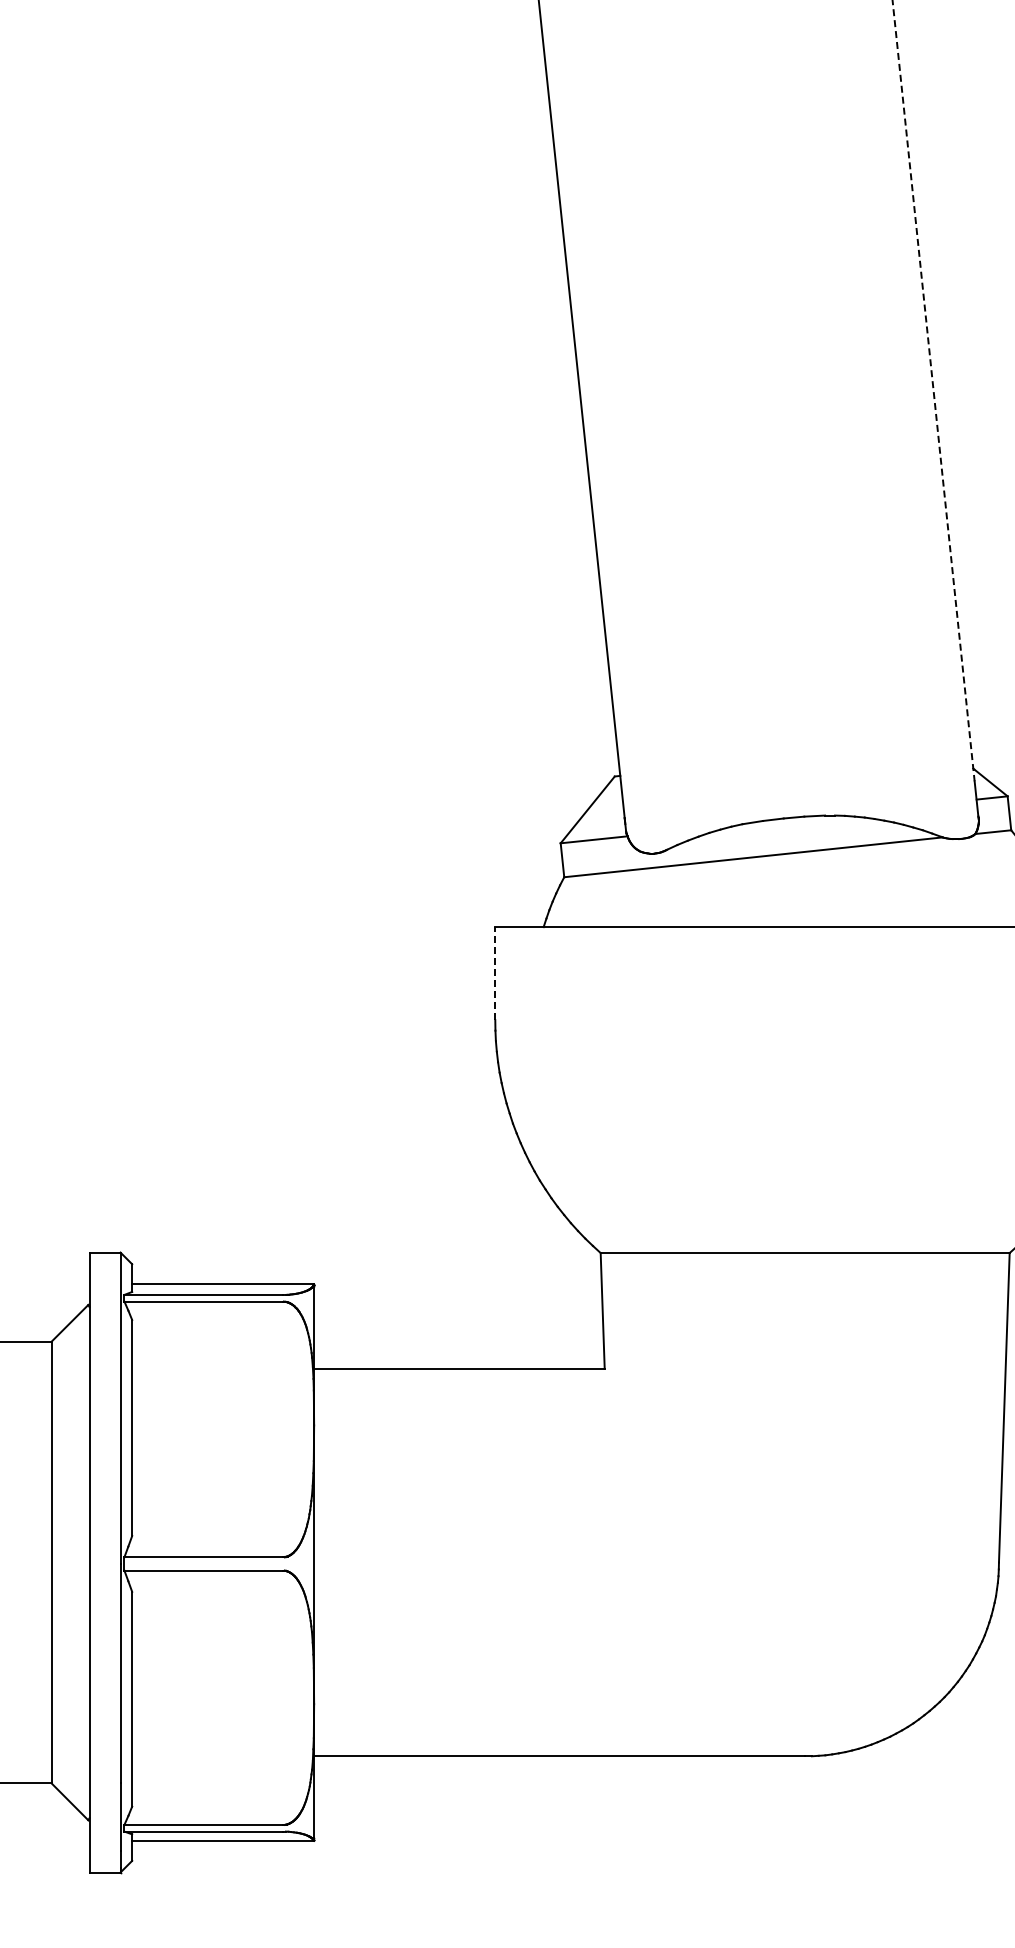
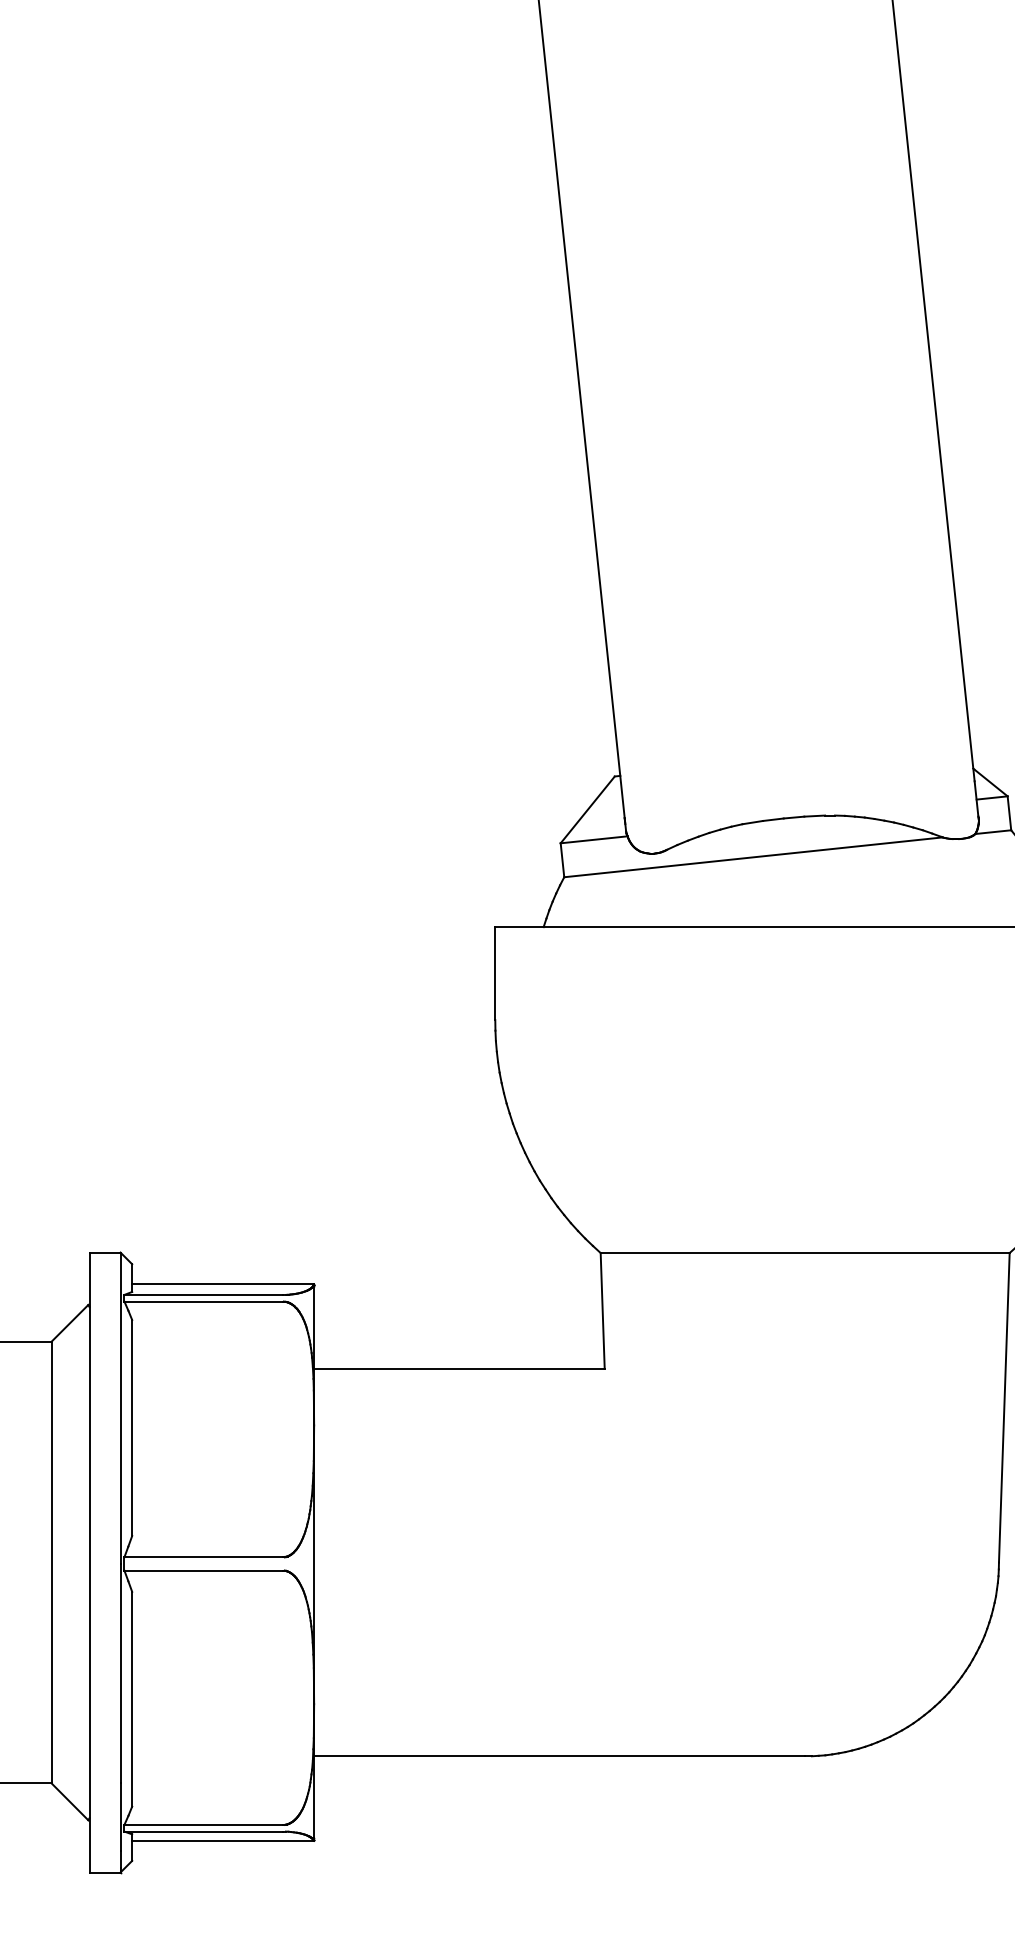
line at (933, 390): dashed -> solid
line at (495, 973): dashed -> solid
